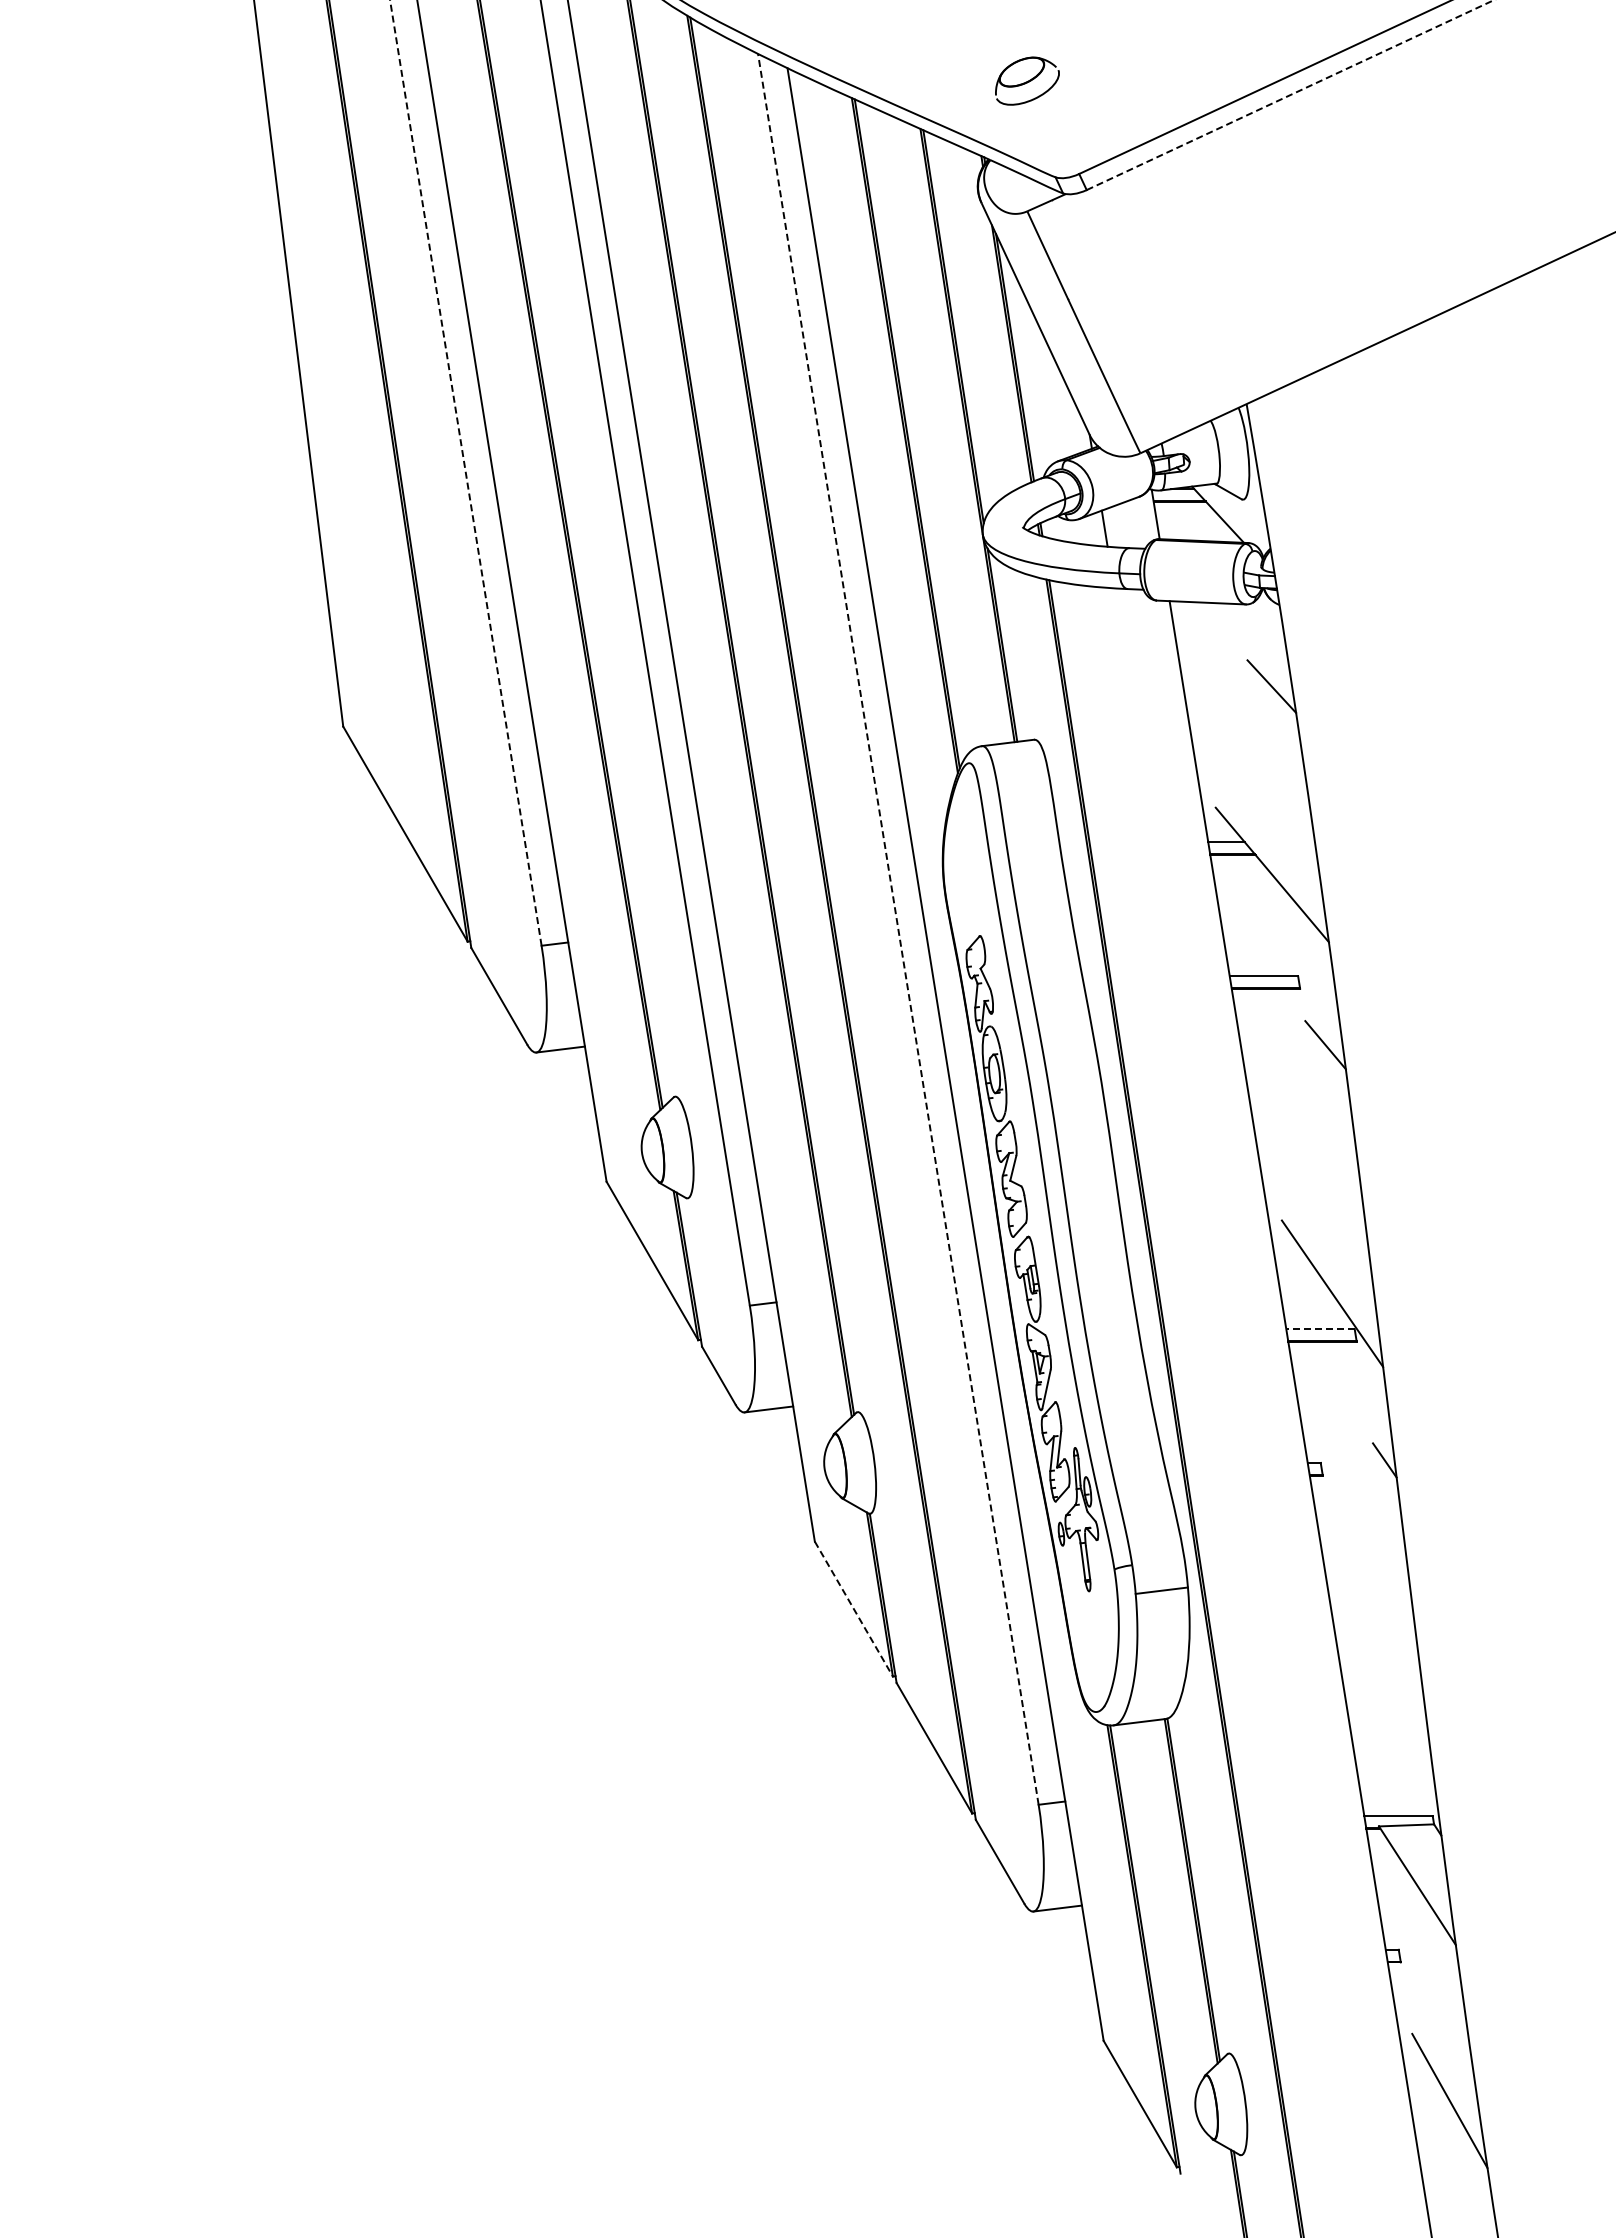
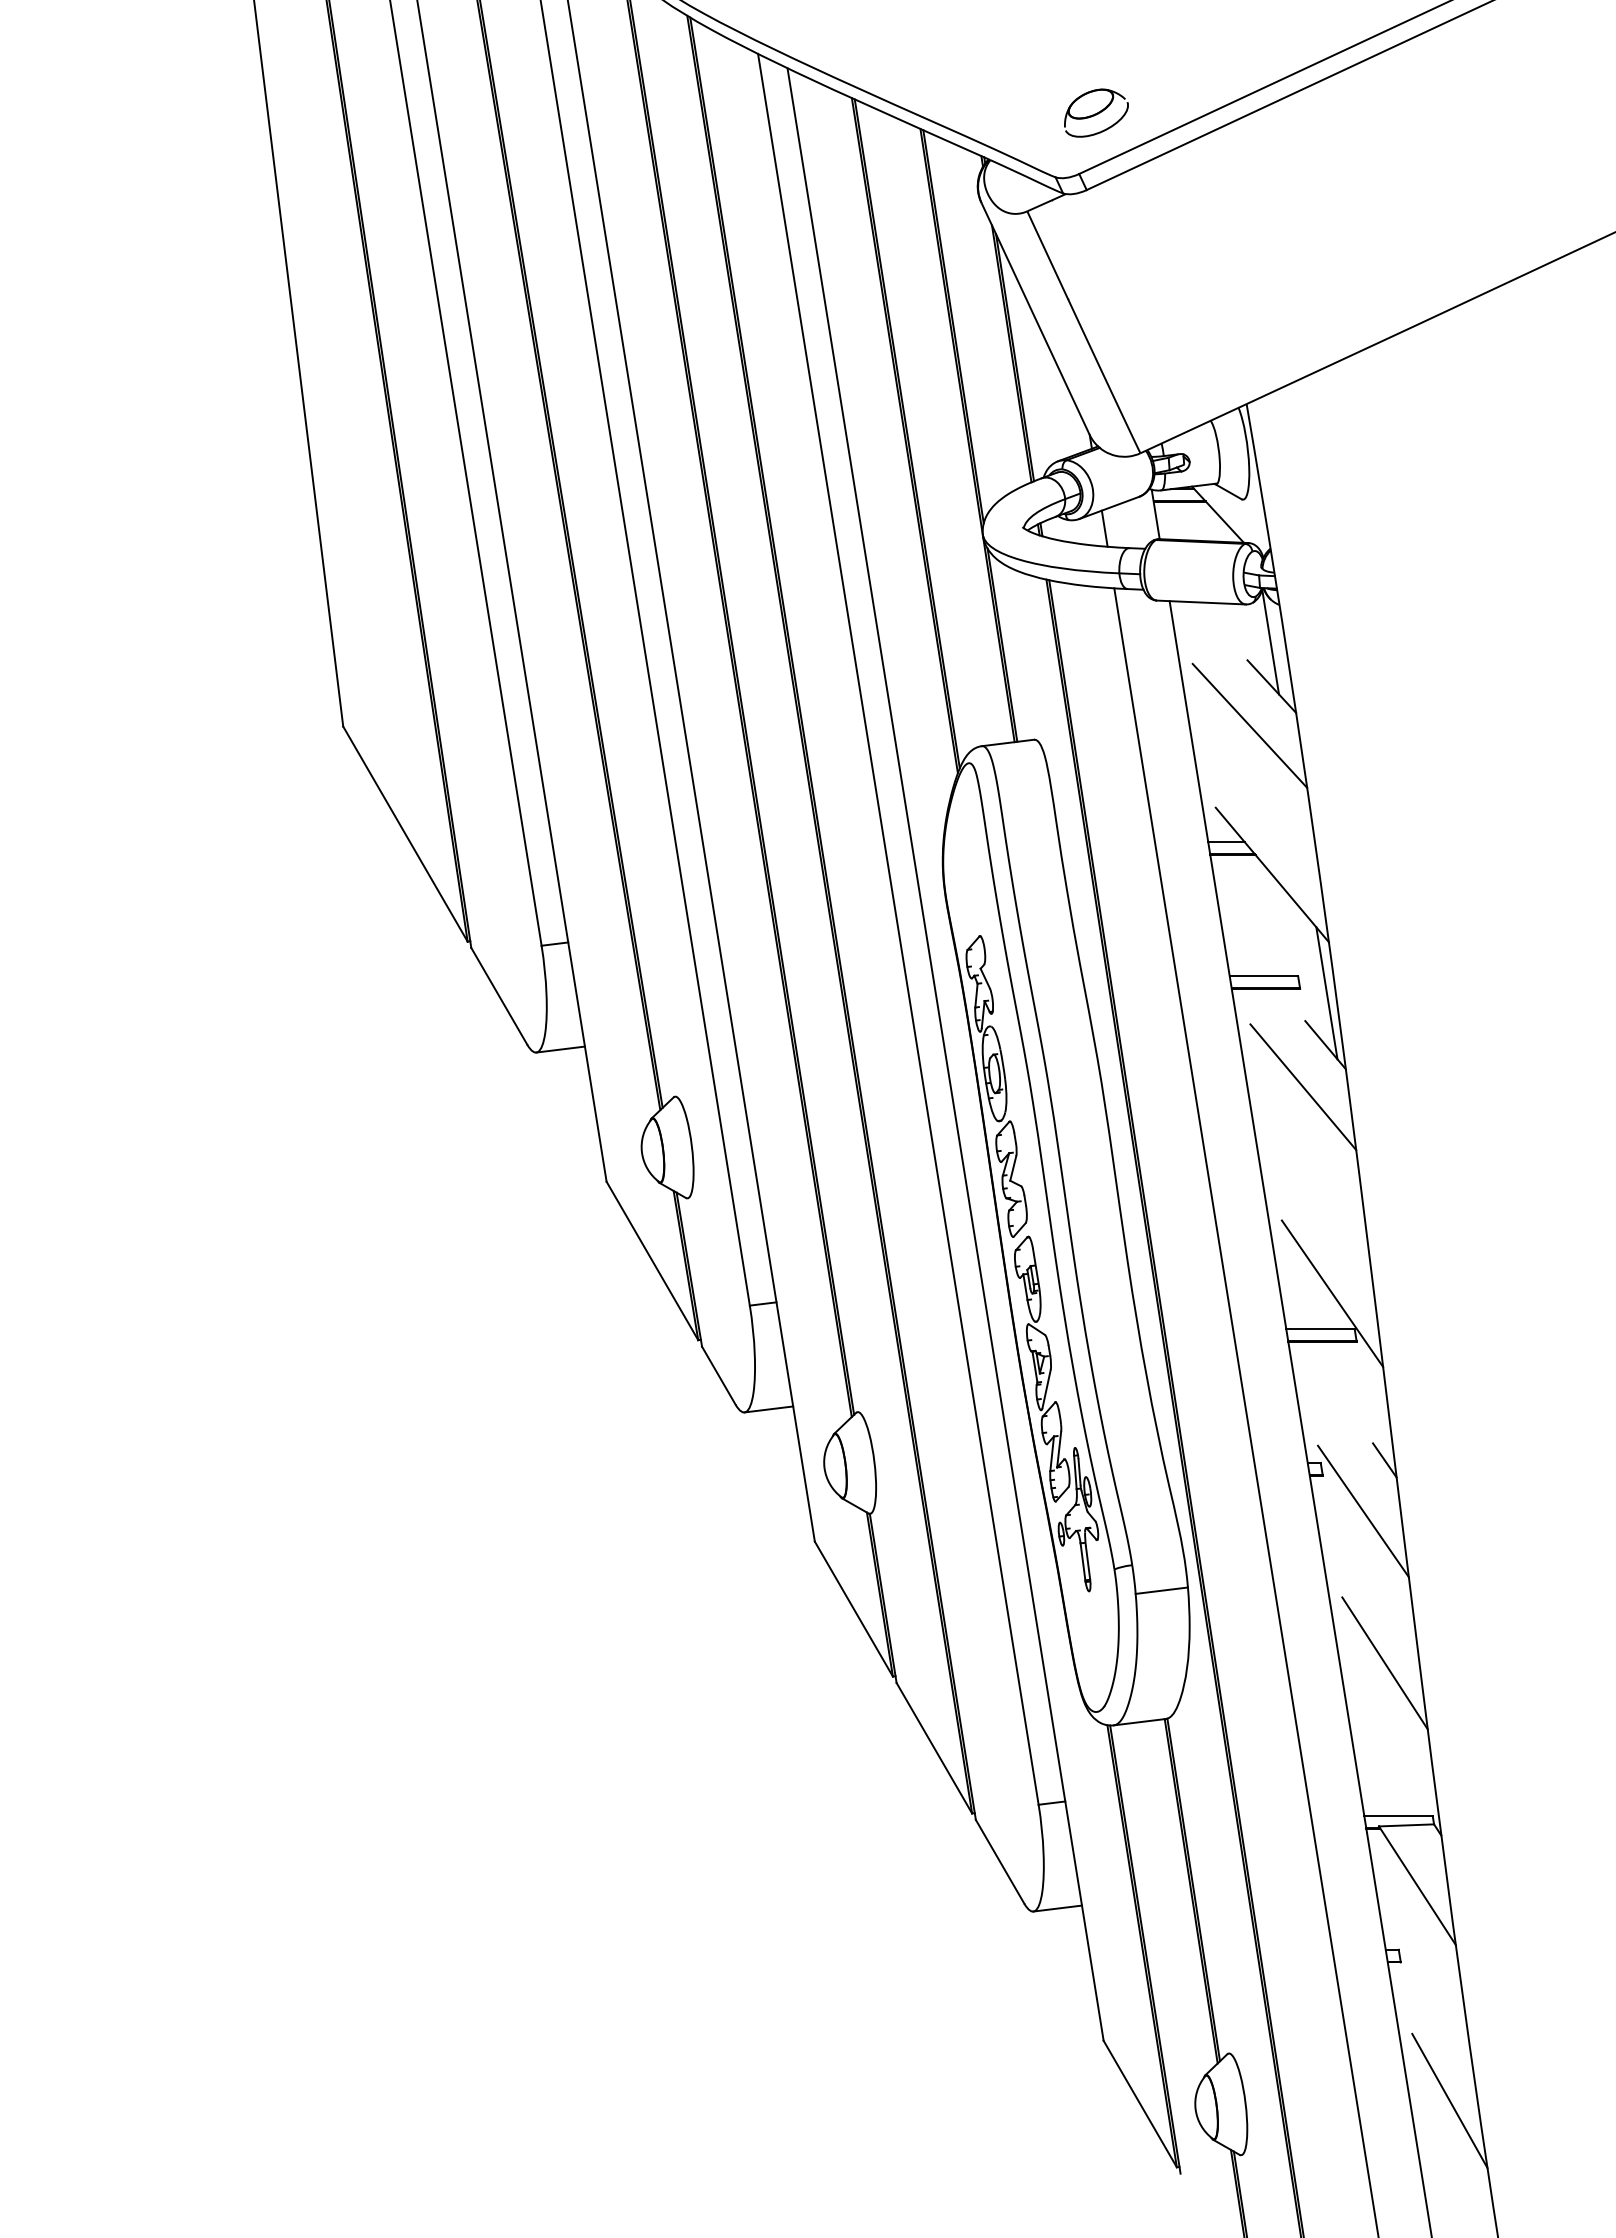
part at (1027, 80) position: (1027, 80) -> (1096, 112)
line at (1290, 95): dashed -> solid
line at (465, 472): dashed -> solid
line at (1270, 642): none -> present
line at (1249, 725): none -> present
line at (898, 929): dashed -> solid
line at (1326, 993): none -> present
line at (1303, 1087): none -> present
line at (1320, 1329): dashed -> solid
line at (1246, 1411): none -> present
line at (1363, 1511): none -> present
line at (853, 1609): dashed -> solid
line at (1384, 1663): none -> present
